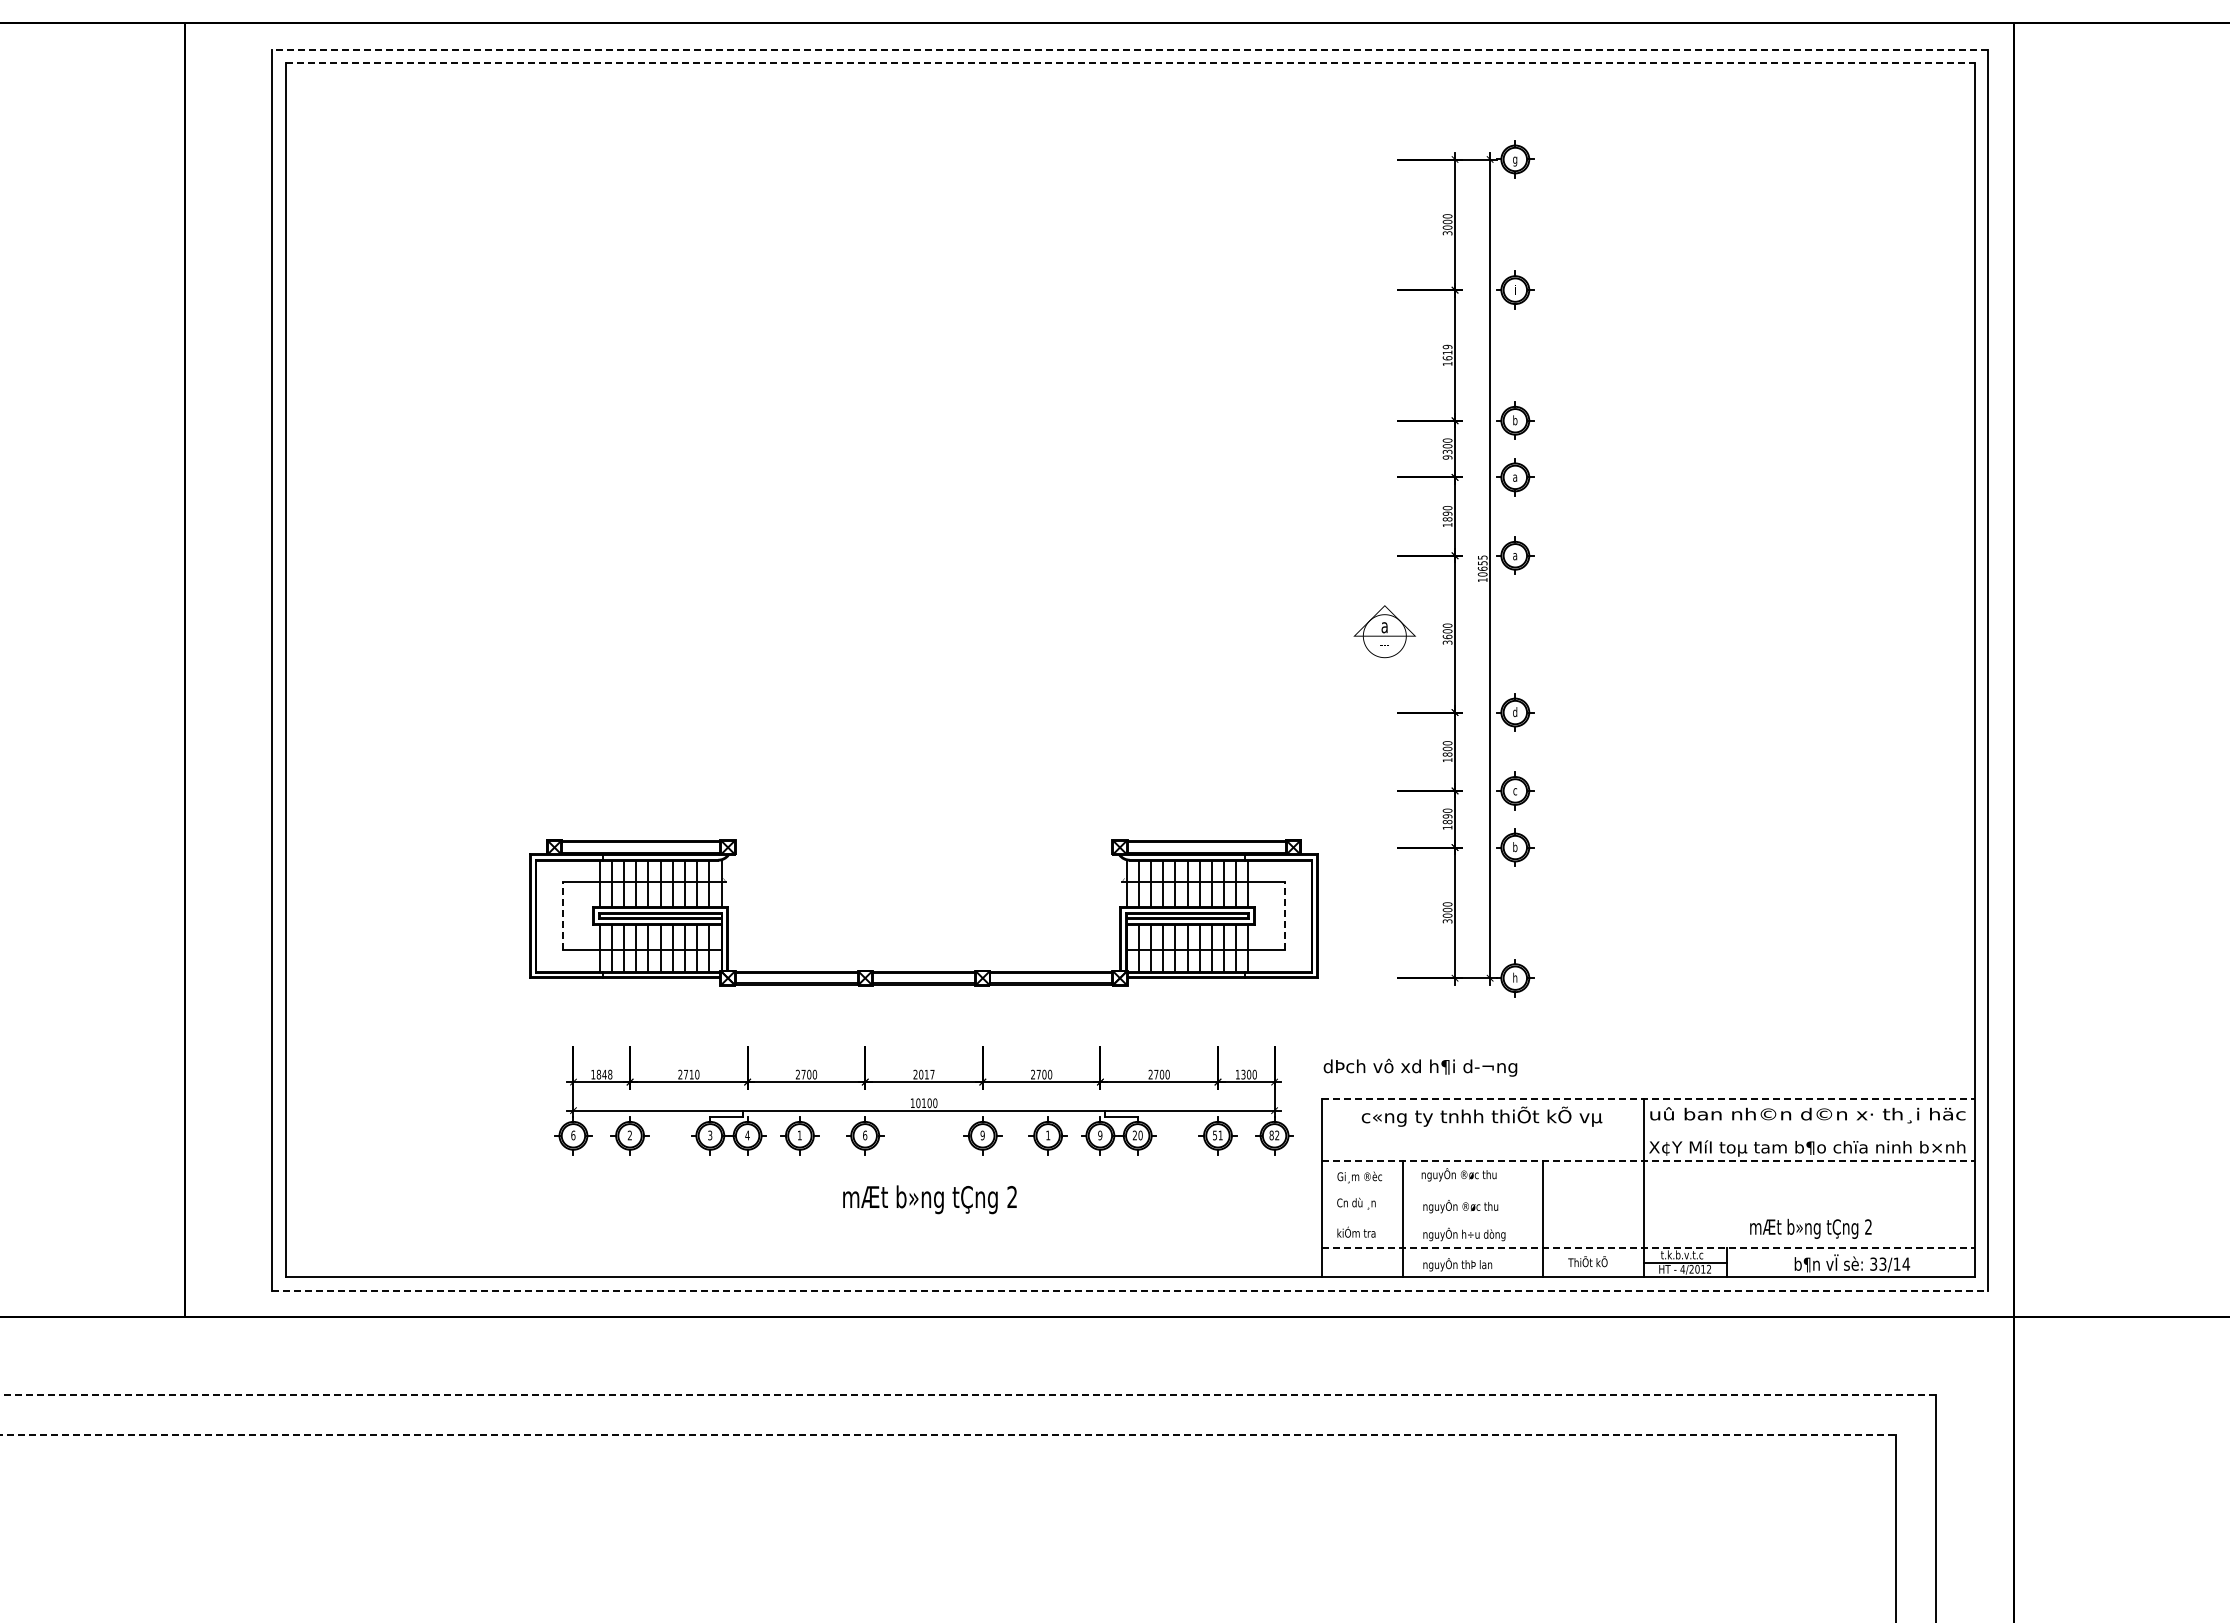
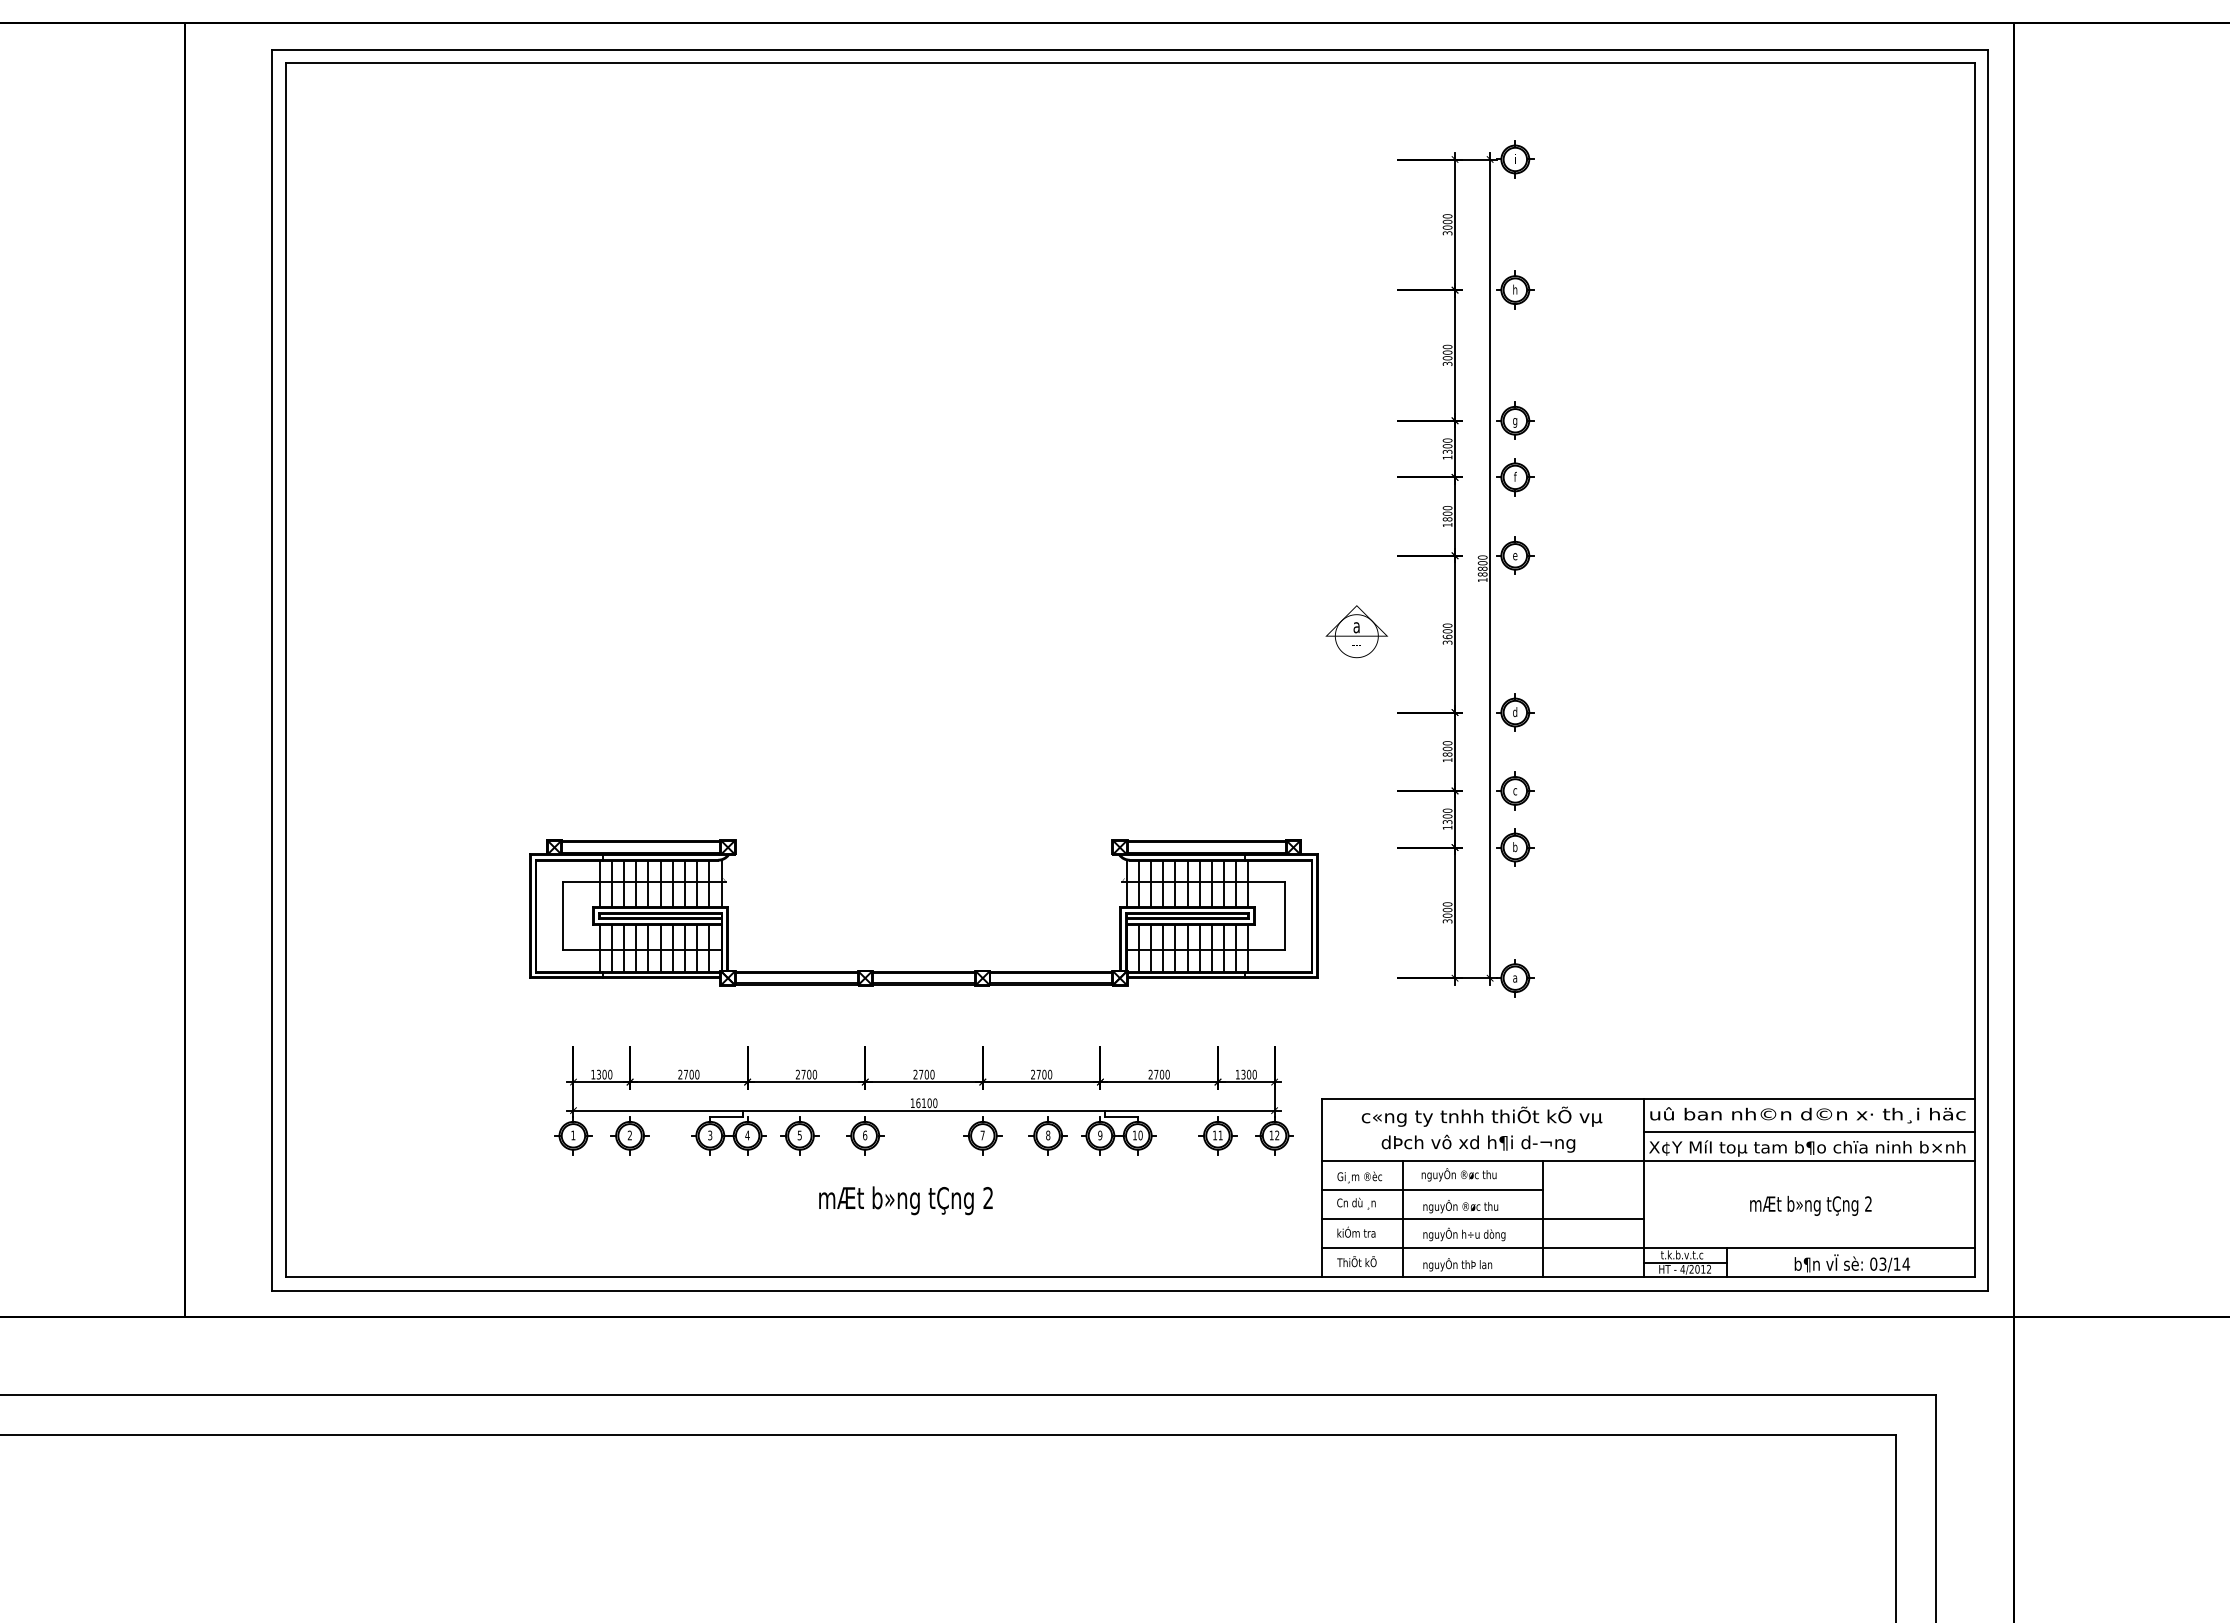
line at (1130, 49): dashed -> solid
line at (1130, 62): dashed -> solid
text at (1515, 160): g -> i
text at (1515, 289): i -> h
text at (1447, 355): 1619 -> 3000
text at (1515, 421): b -> g
text at (1447, 457): 9300 -> 1300
text at (1515, 476): a -> f
text at (1447, 513): 1890 -> 1800
text at (1515, 556): a -> e
text at (1482, 565): 10655 -> 18800
part at (1384, 631) position: (1384, 631) -> (1356, 631)
text at (1447, 819): 1890 -> 1300
line at (563, 915): dashed -> solid
line at (1284, 915): dashed -> solid
text at (1515, 977): h -> a
text at (1420, 1067) position: (1420, 1067) -> (1478, 1143)
text at (604, 1074): 1848 -> 1300
text at (691, 1074): 2710 -> 2700
text at (926, 1074): 2017 -> 2700
line at (1648, 1099): dashed -> solid
text at (918, 1102): 10100 -> 16100
line at (1808, 1131): none -> present
text at (1134, 1134): 20 -> 10
text at (573, 1135): 6 -> 1
text at (799, 1135): 1 -> 5
text at (982, 1135): 9 -> 7
text at (1048, 1135): 1 -> 8
text at (1214, 1135): 51 -> 11
text at (1271, 1135): 82 -> 12
line at (1648, 1160): dashed -> solid
line at (1431, 1190): none -> present
text at (929, 1199) position: (929, 1199) -> (905, 1200)
line at (1482, 1219): none -> present
text at (1810, 1228) position: (1810, 1228) -> (1810, 1205)
line at (1648, 1248): dashed -> solid
text at (1587, 1261) position: (1587, 1261) -> (1356, 1261)
text at (1873, 1263): 33/14 -> 03/14
line at (1130, 1290): dashed -> solid
line at (968, 1395): dashed -> solid
line at (948, 1435): dashed -> solid
